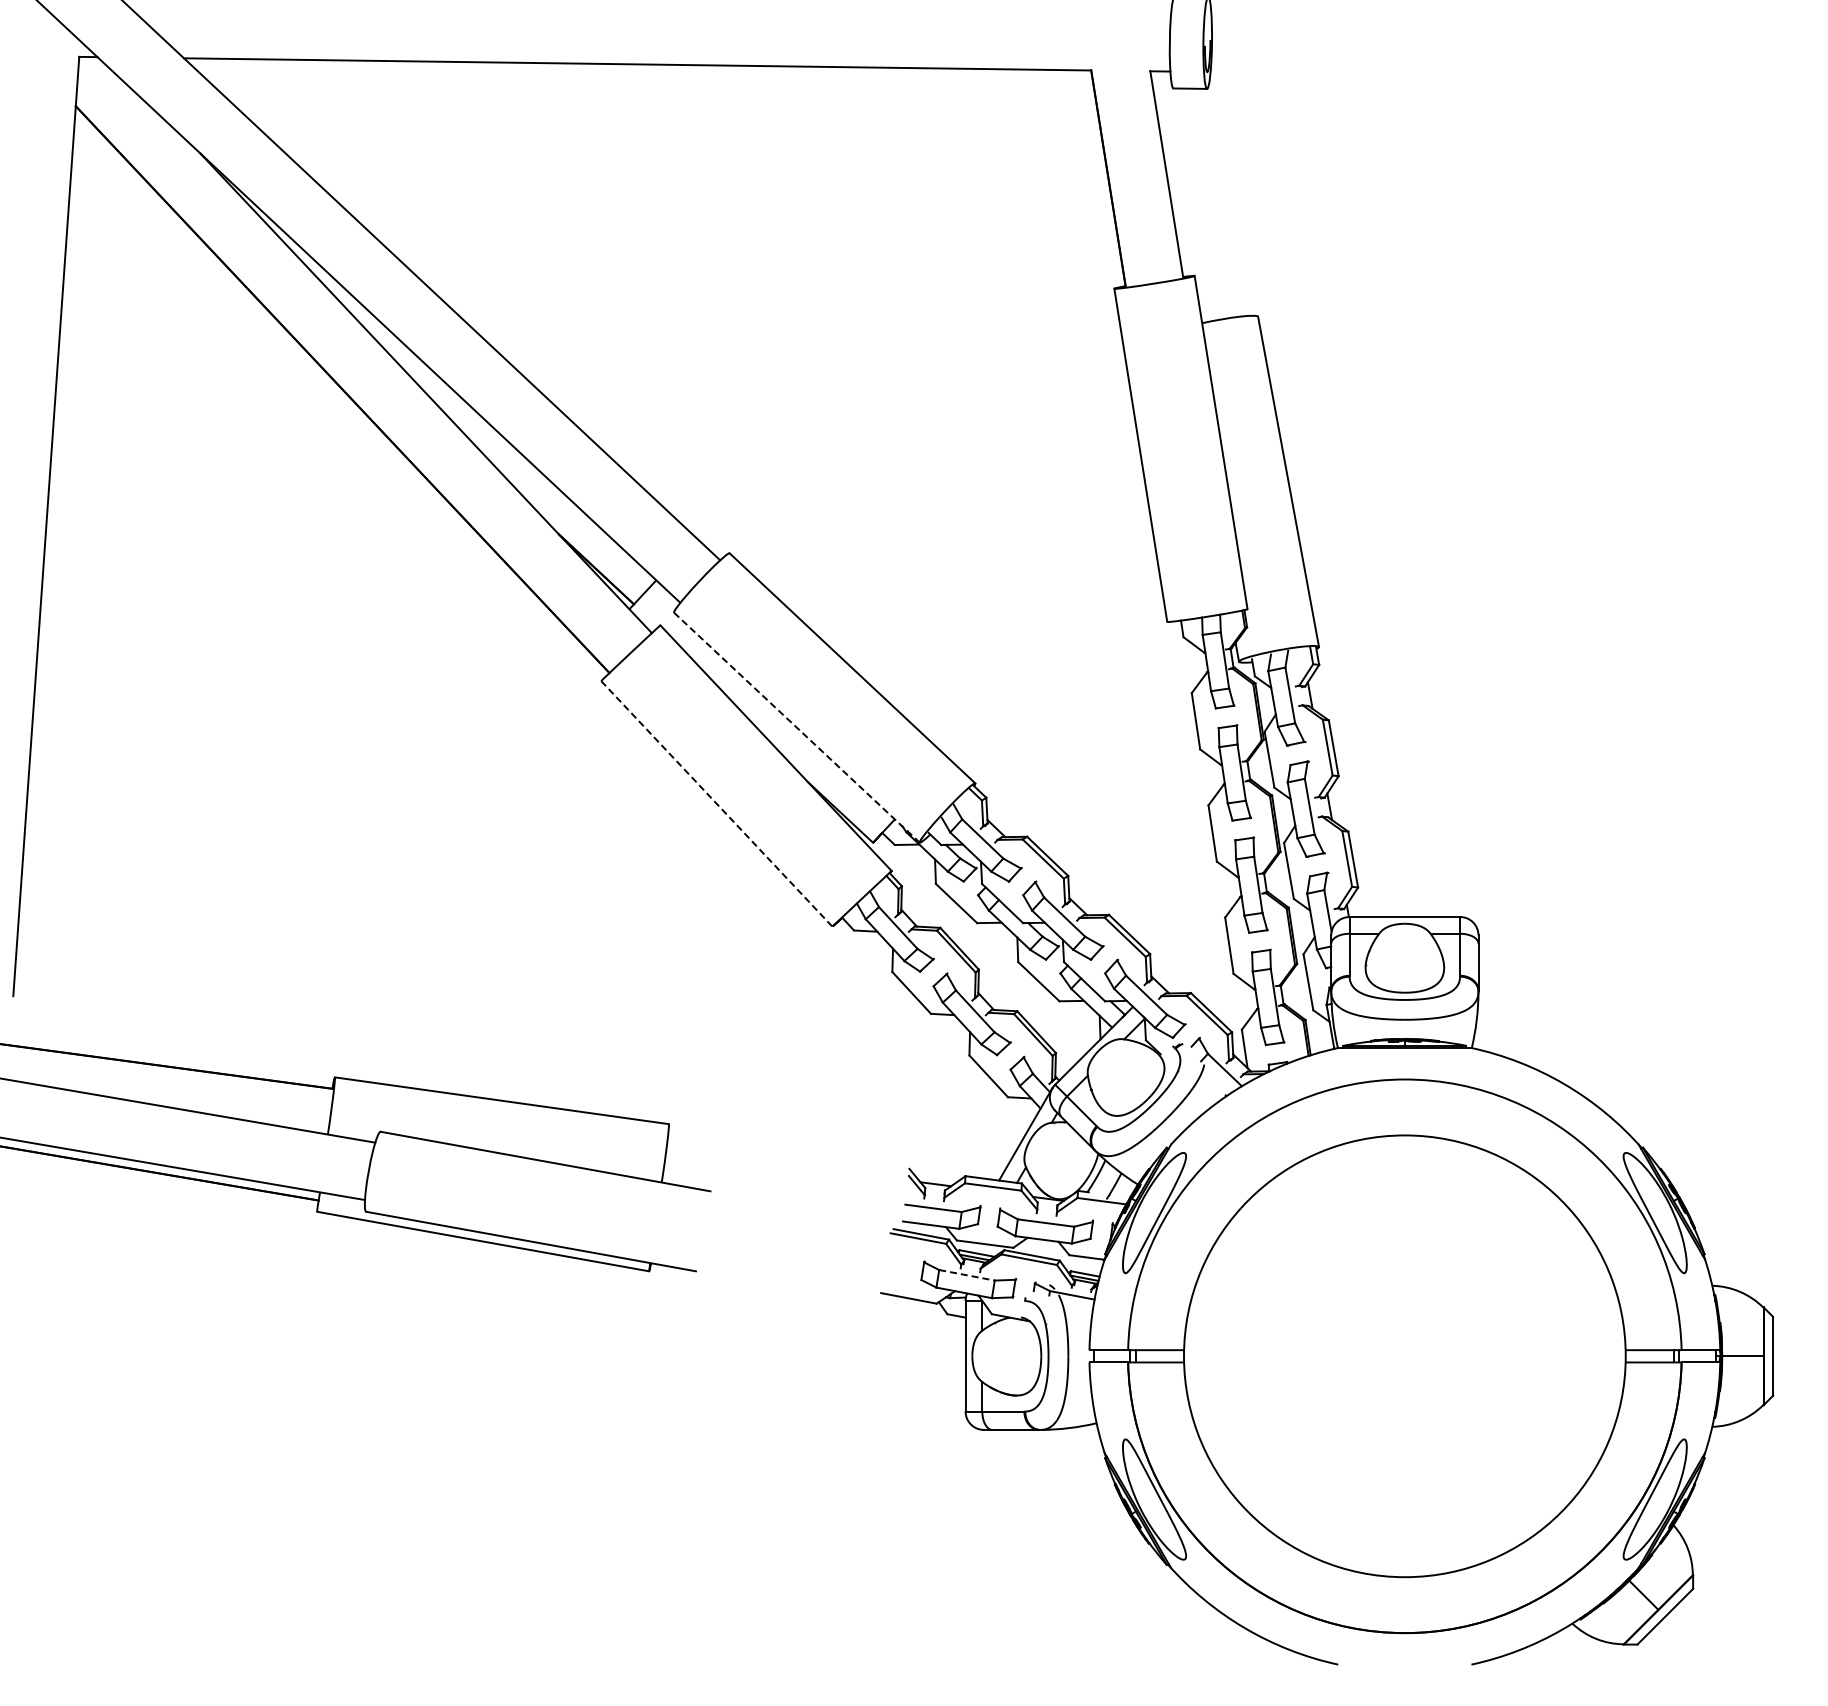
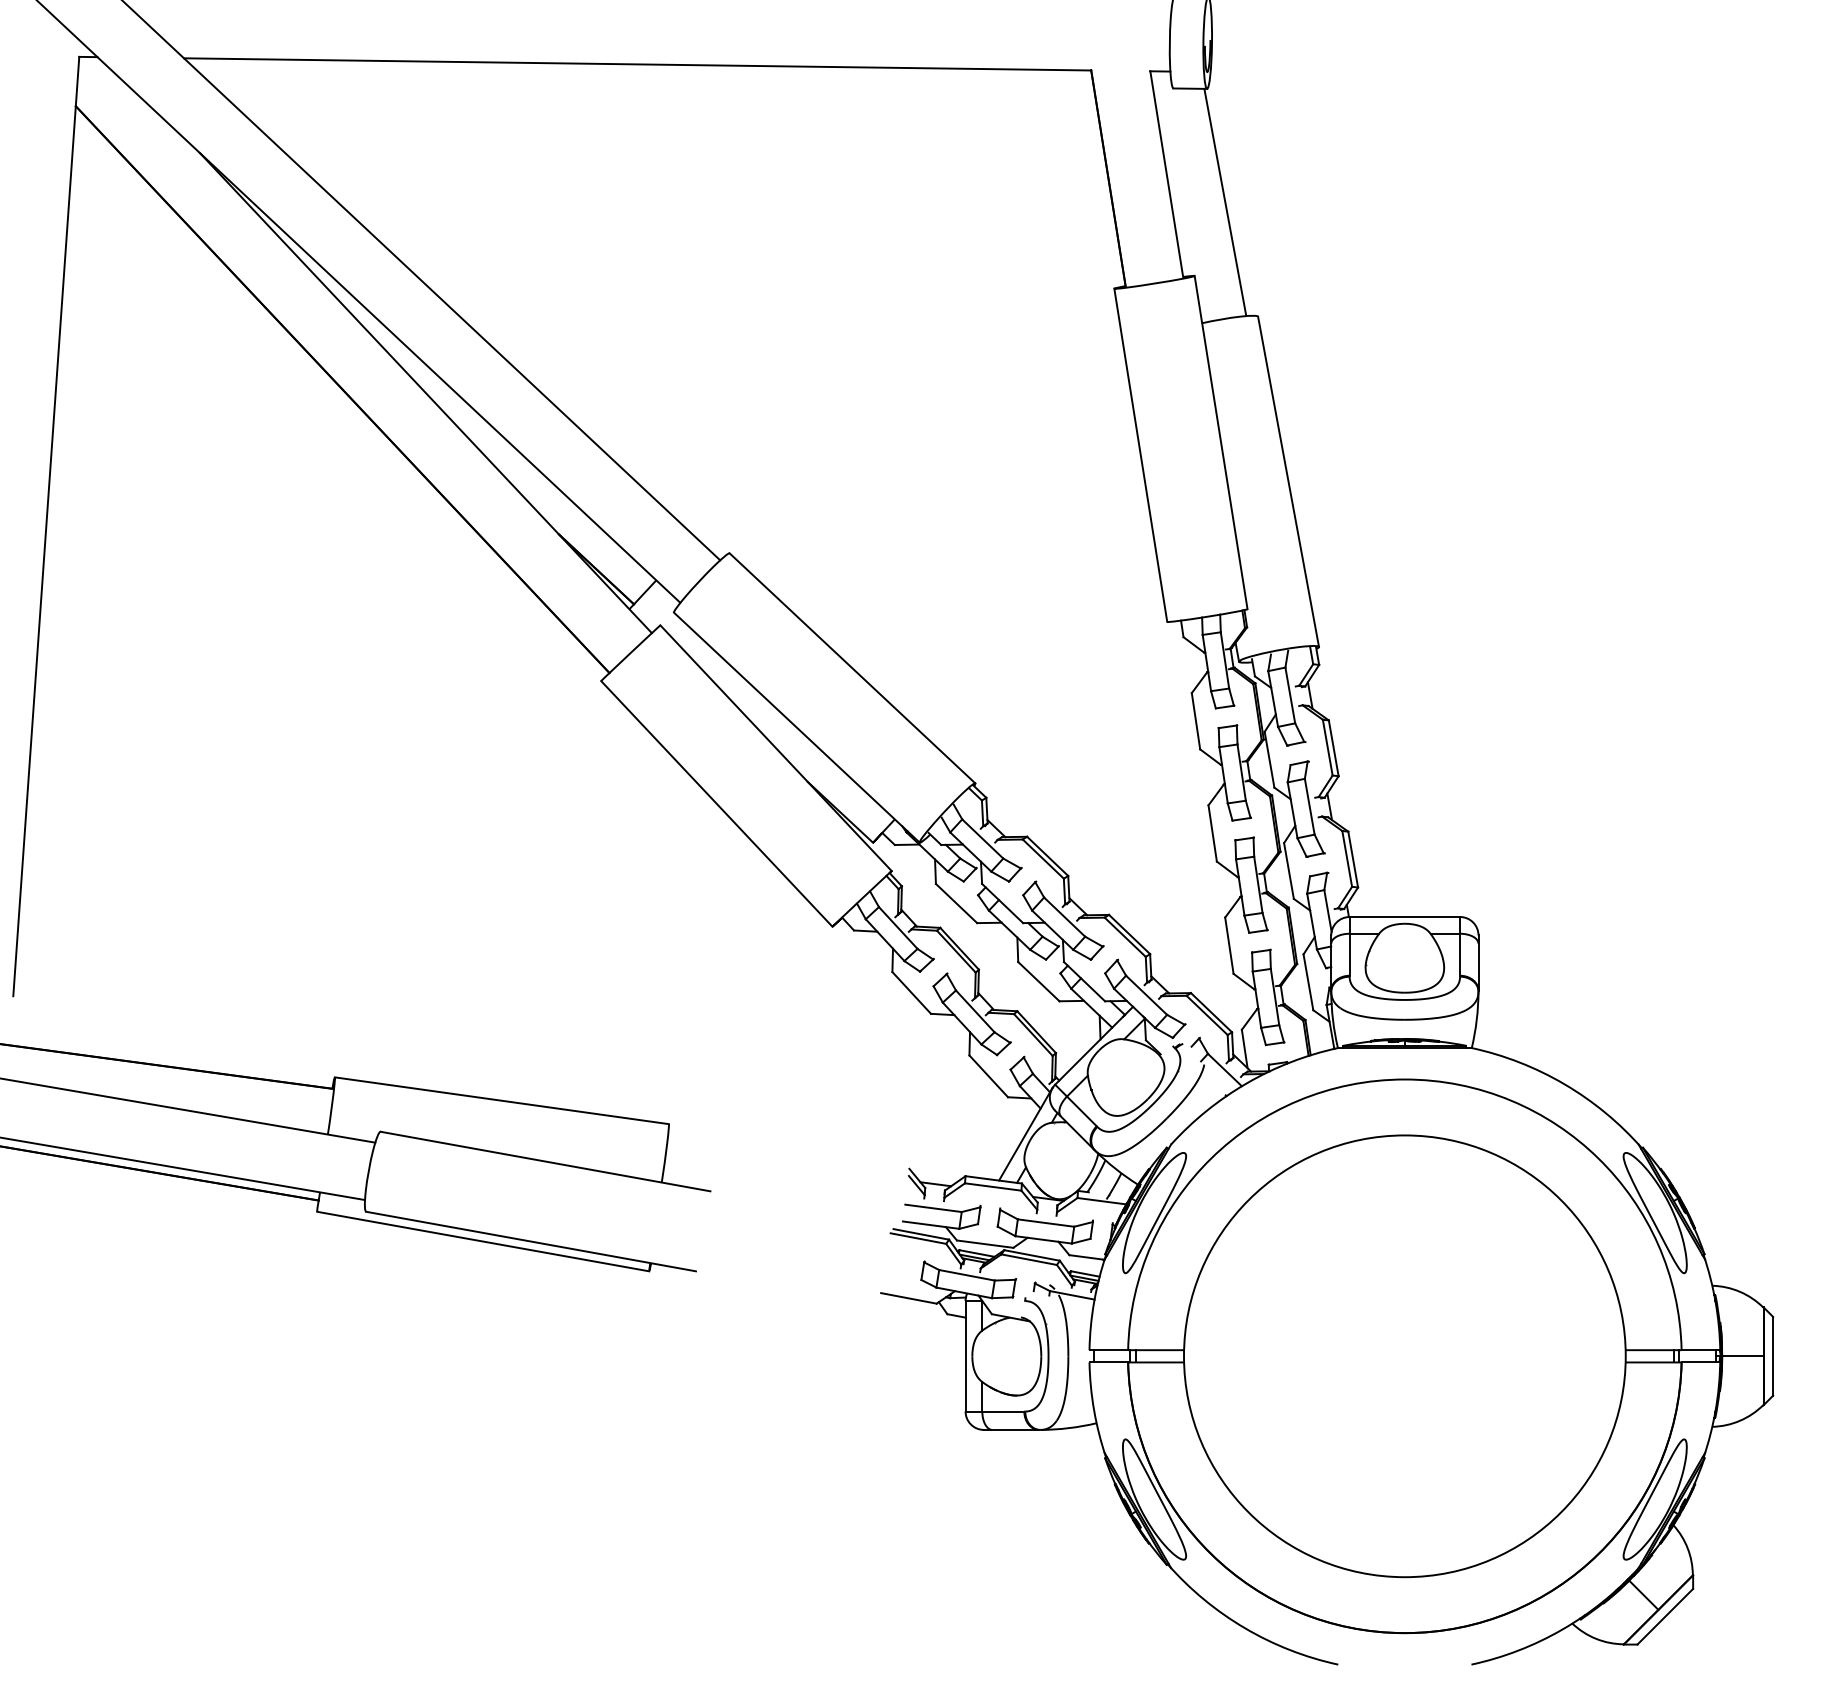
line at (1225, 202): none -> present
line at (797, 728): dashed -> solid
line at (716, 803): dashed -> solid
line at (967, 1275): dashed -> solid
